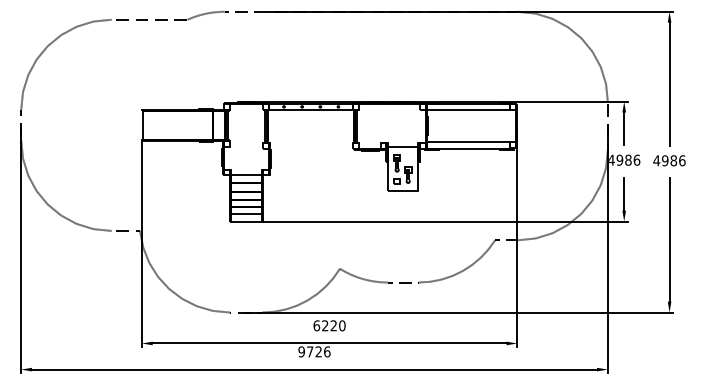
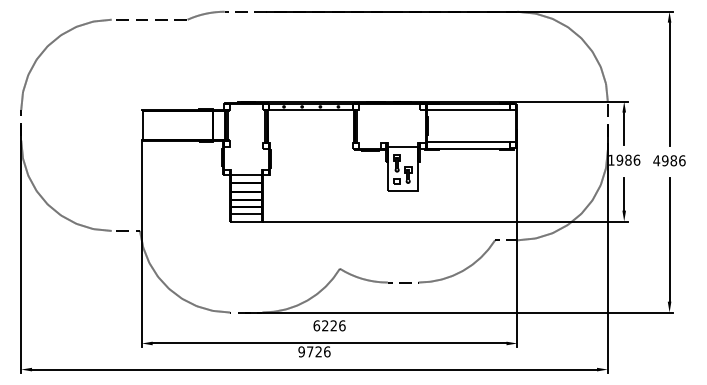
text at (611, 159): 4986 -> 1986
text at (342, 325): 6220 -> 6226
